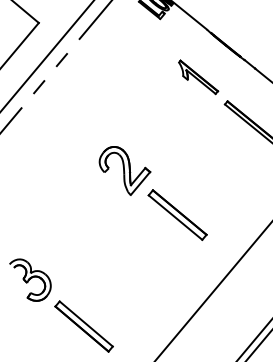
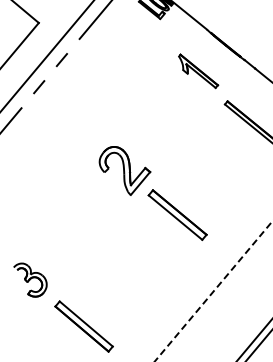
part at (198, 77) position: (198, 77) -> (198, 71)
part at (30, 279) size: 43x44 px -> 35x36 px
line at (213, 291): solid -> dashed
